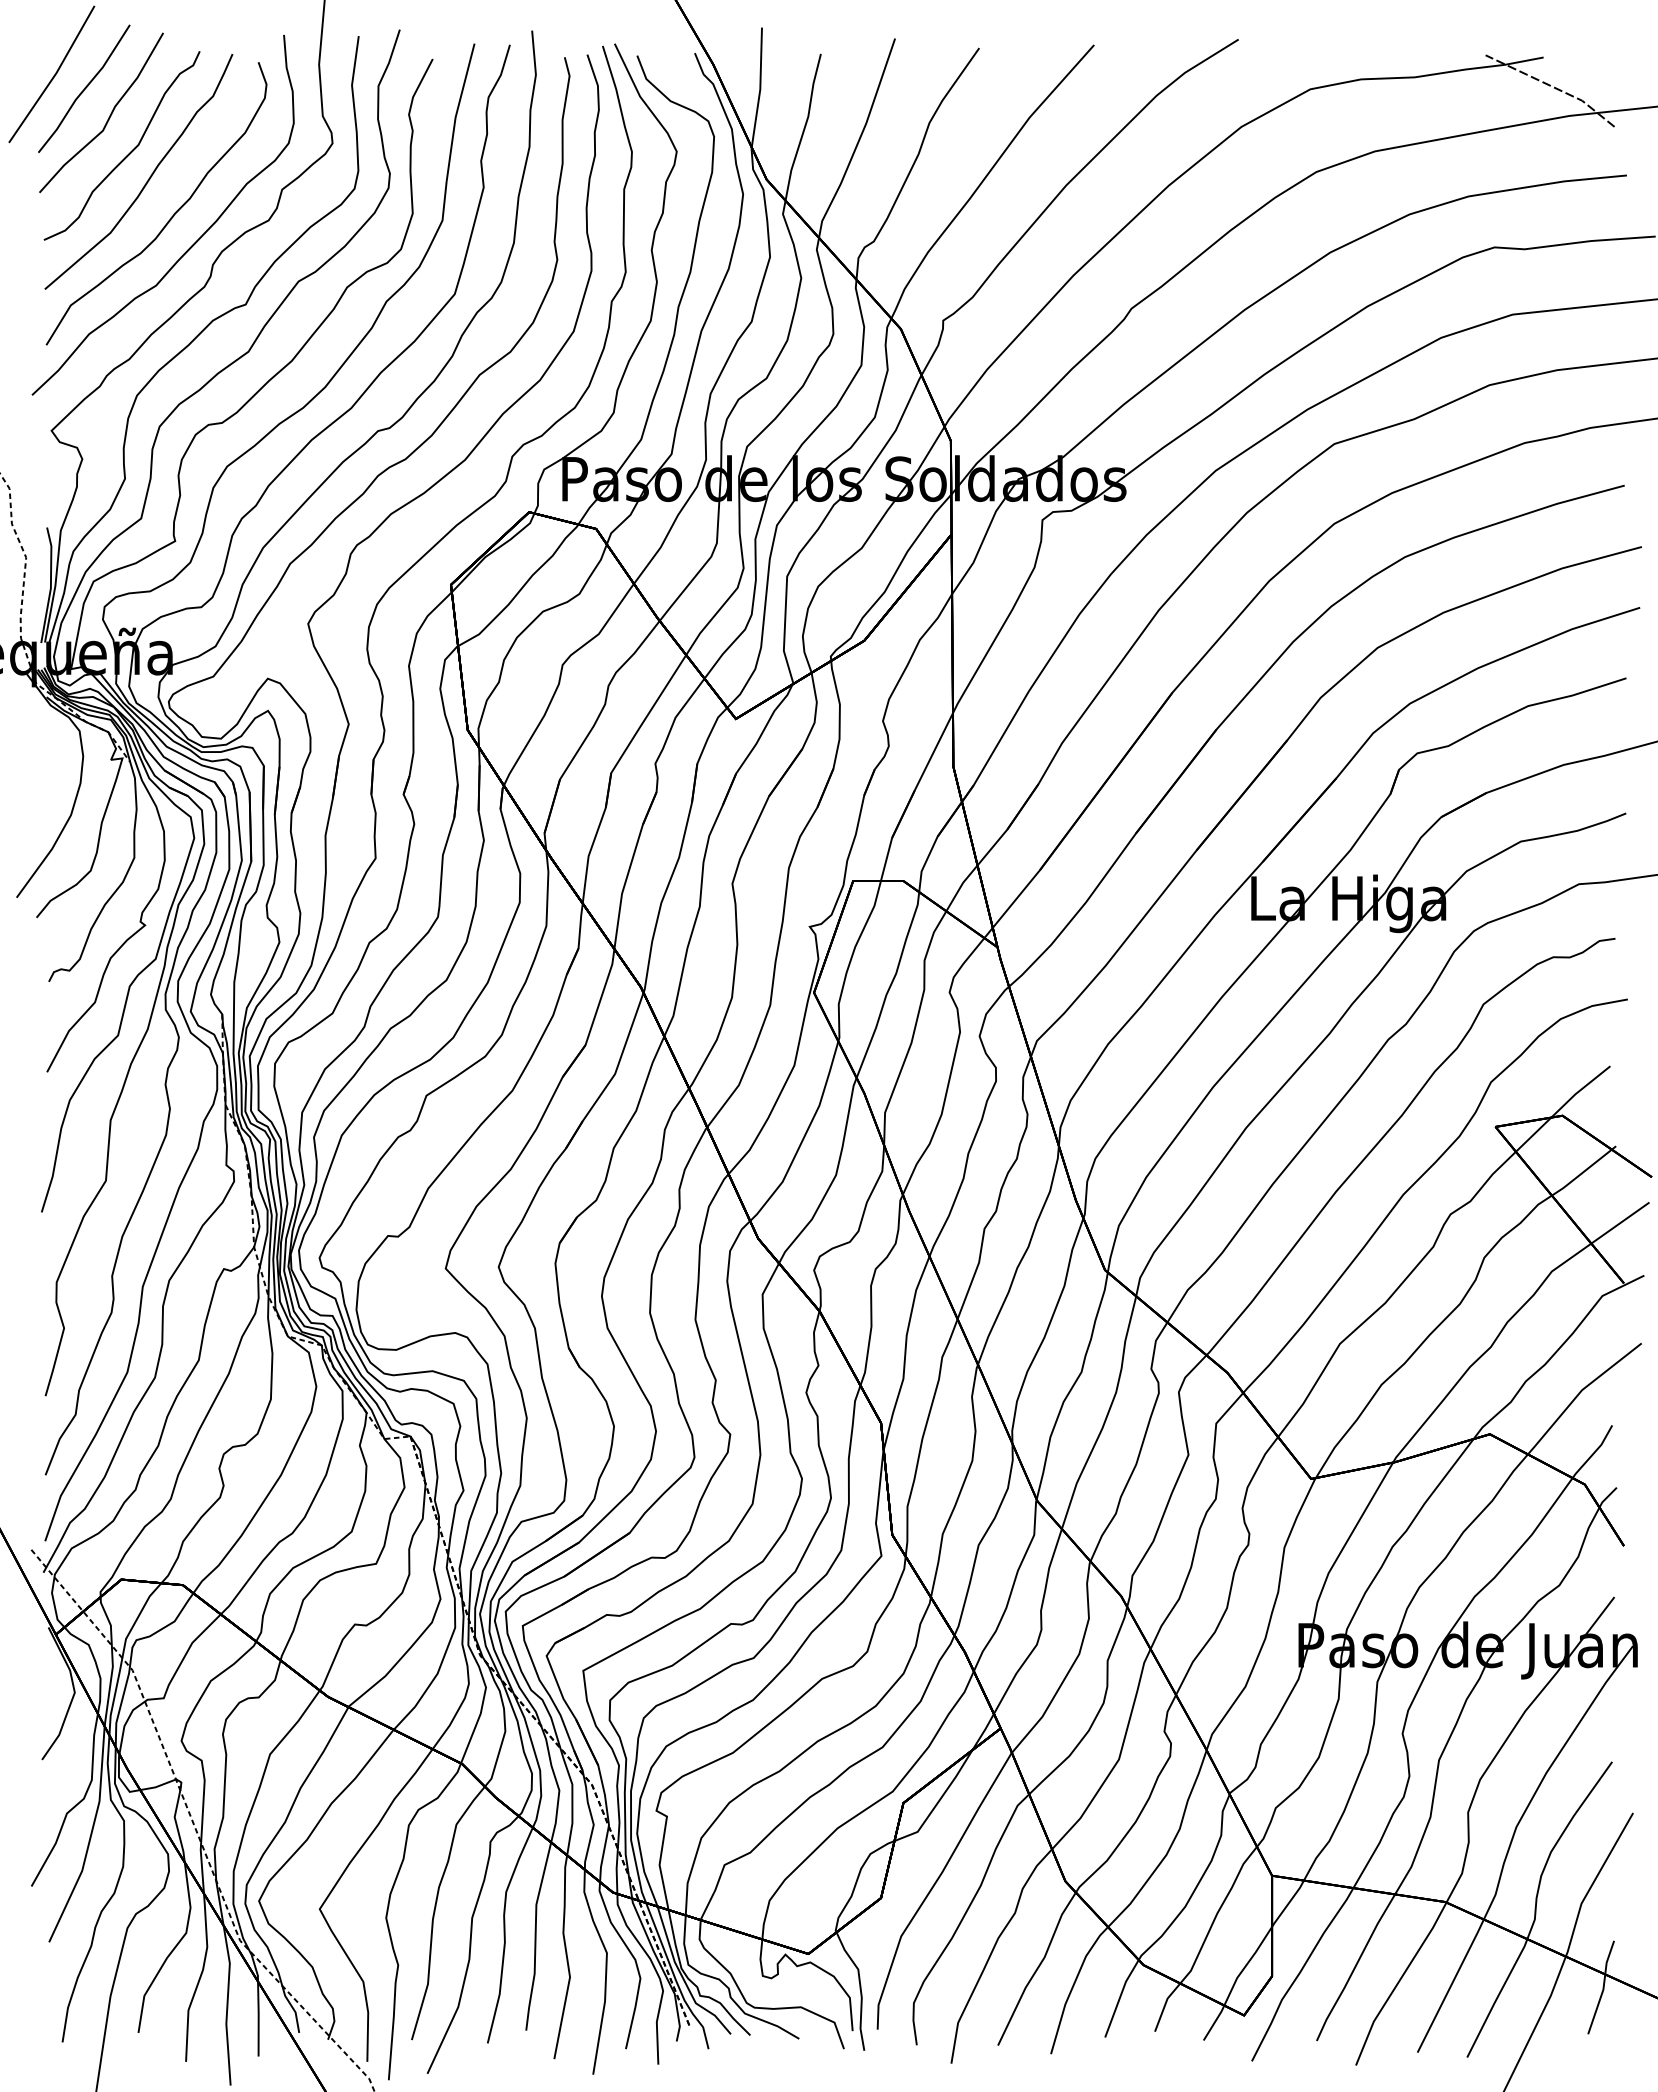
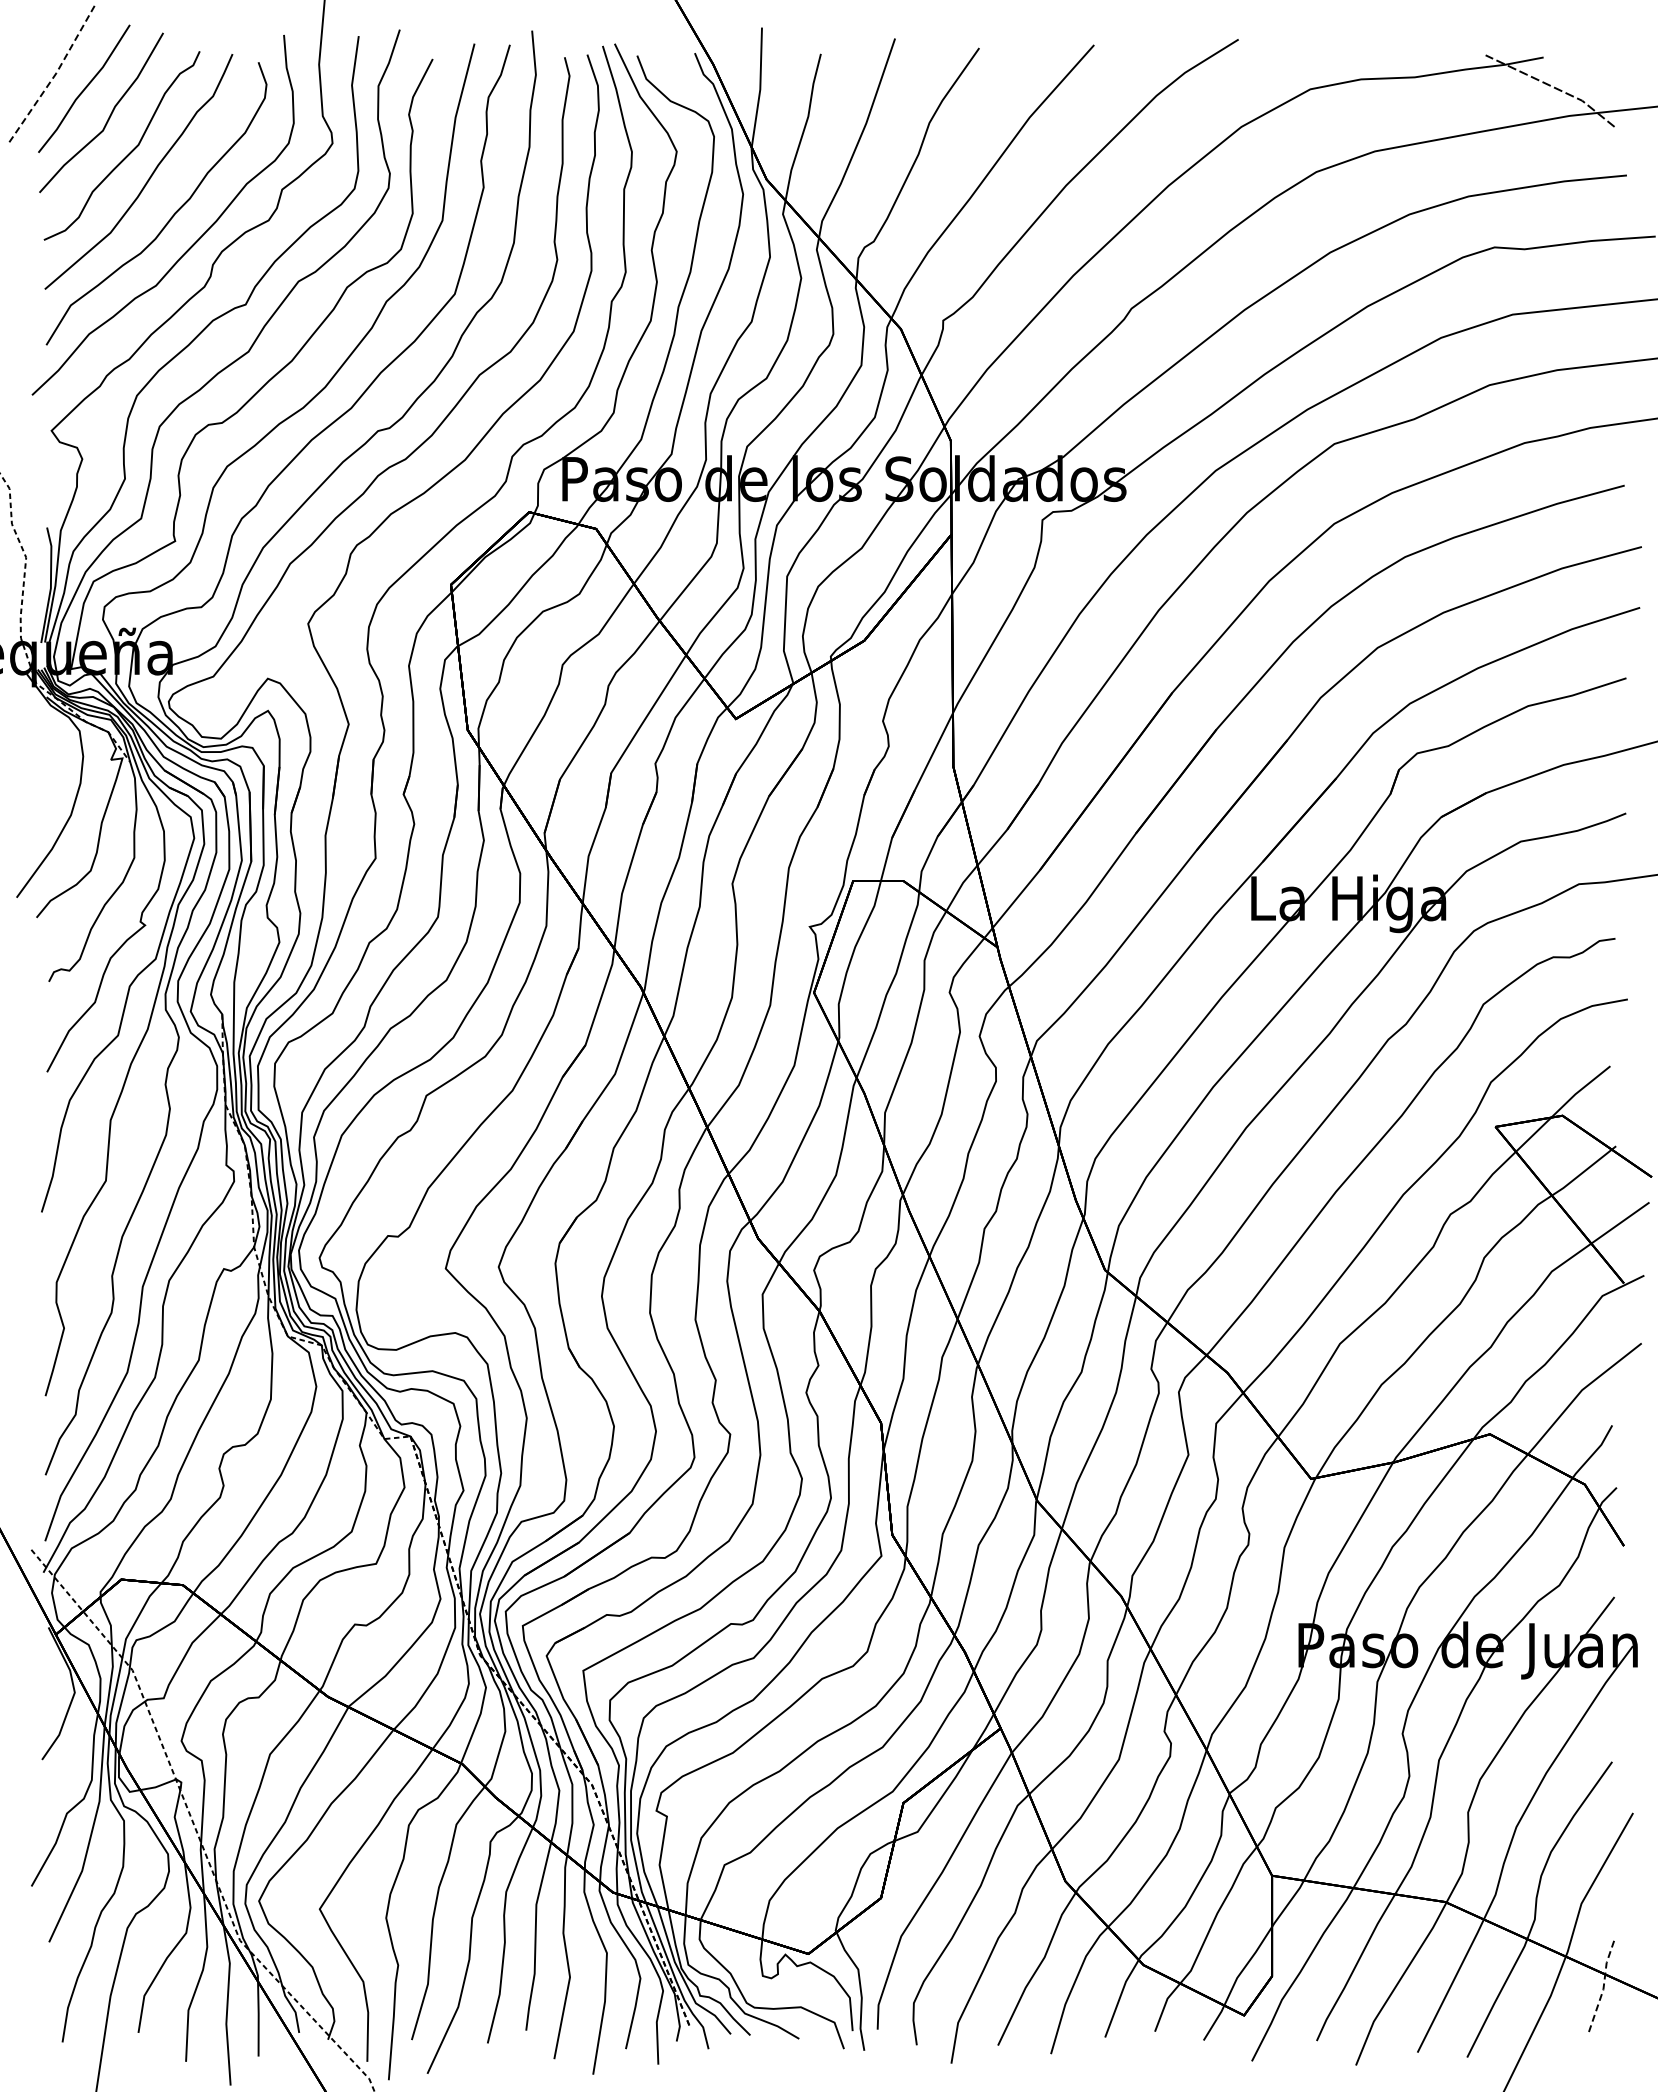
line at (54, 75): solid -> dashed
line at (1603, 1987): solid -> dashed
